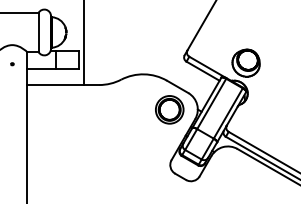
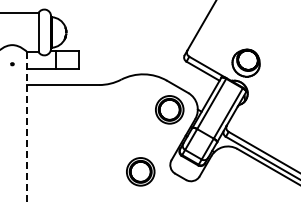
line at (84, 43): present -> none
line at (26, 127): solid -> dashed
part at (140, 171): none -> present
